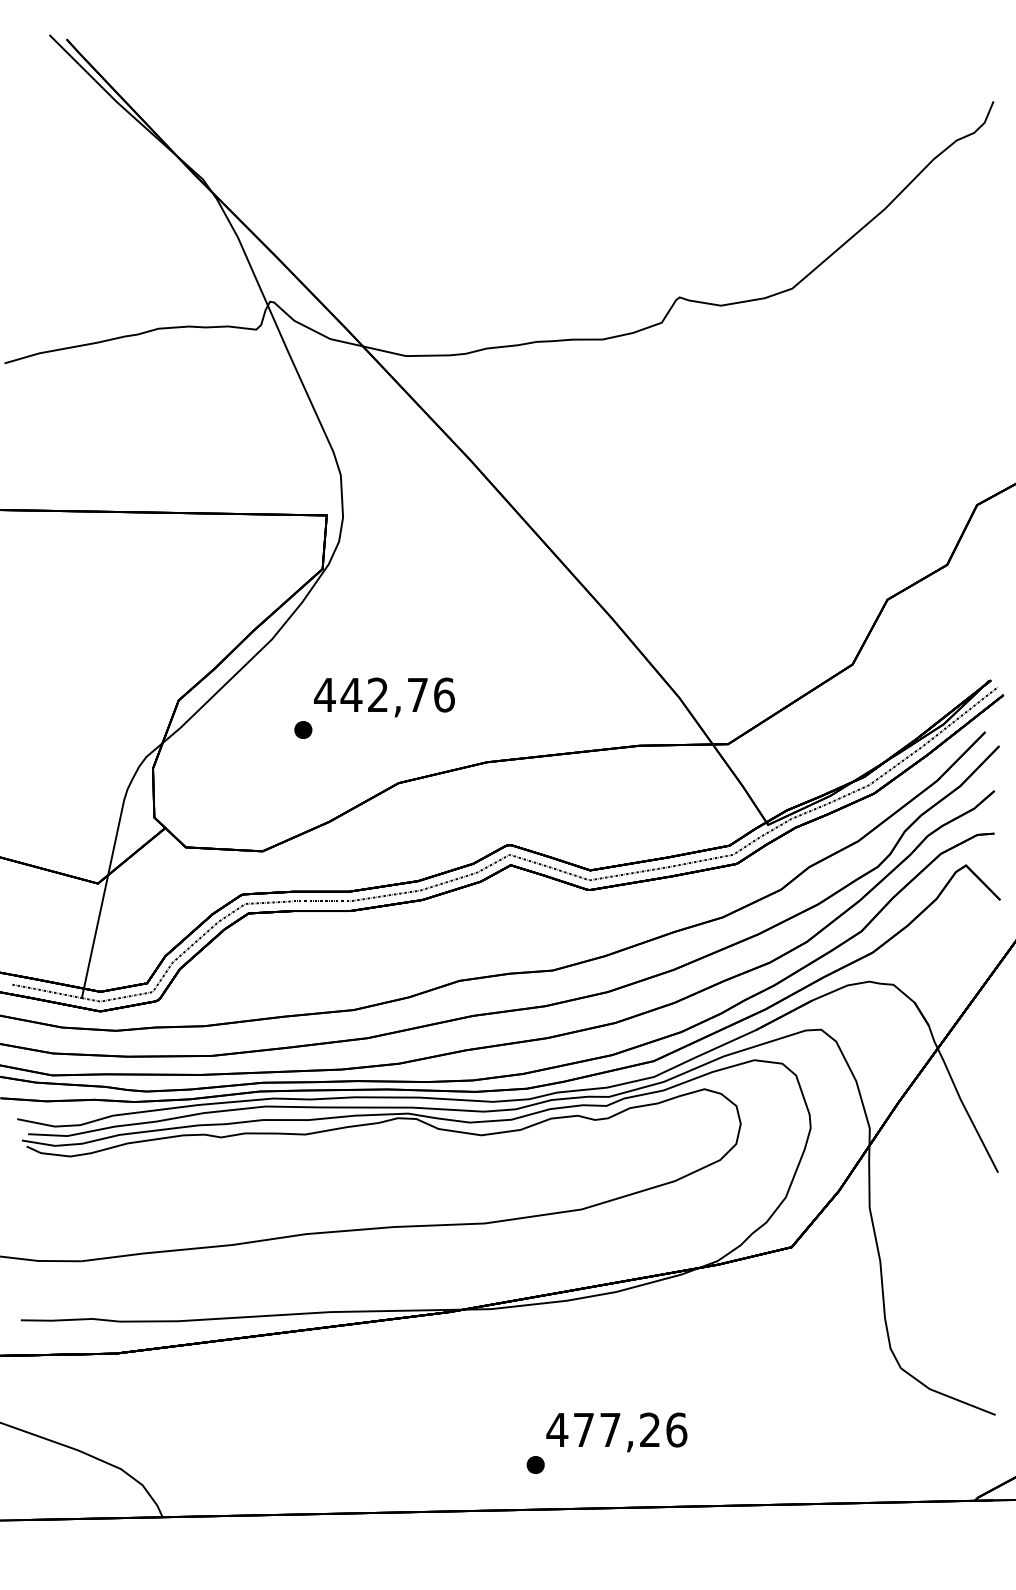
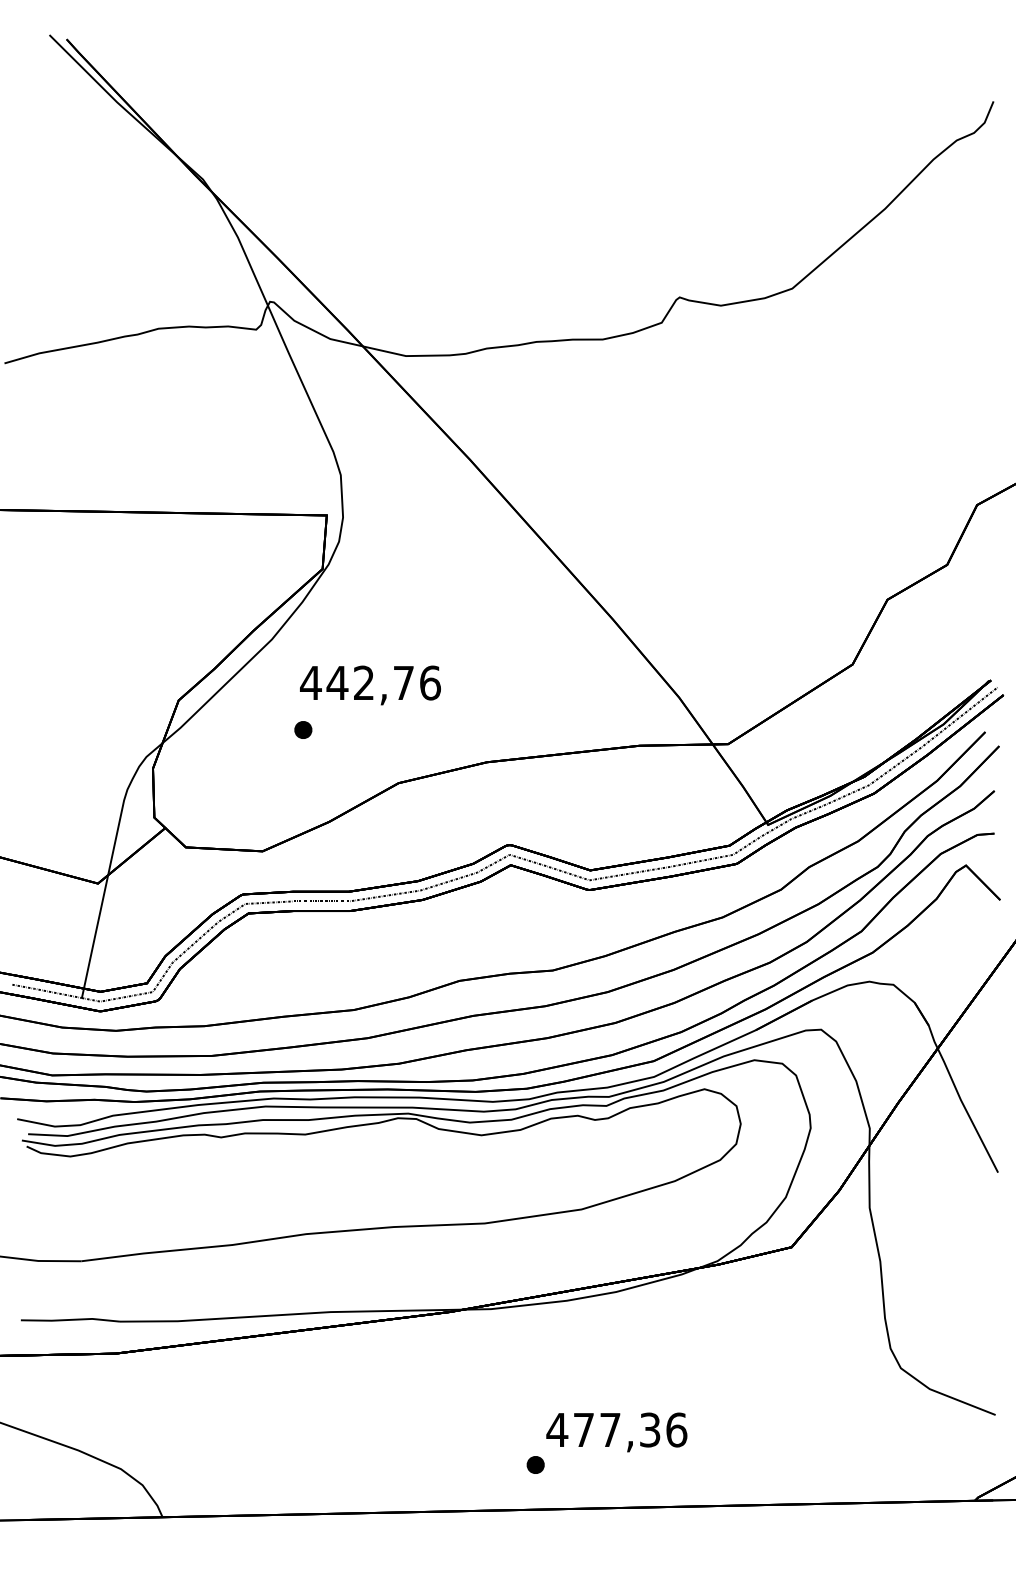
text at (384, 697) position: (384, 697) -> (370, 685)
text at (650, 1429): 477,26 -> 477,36
